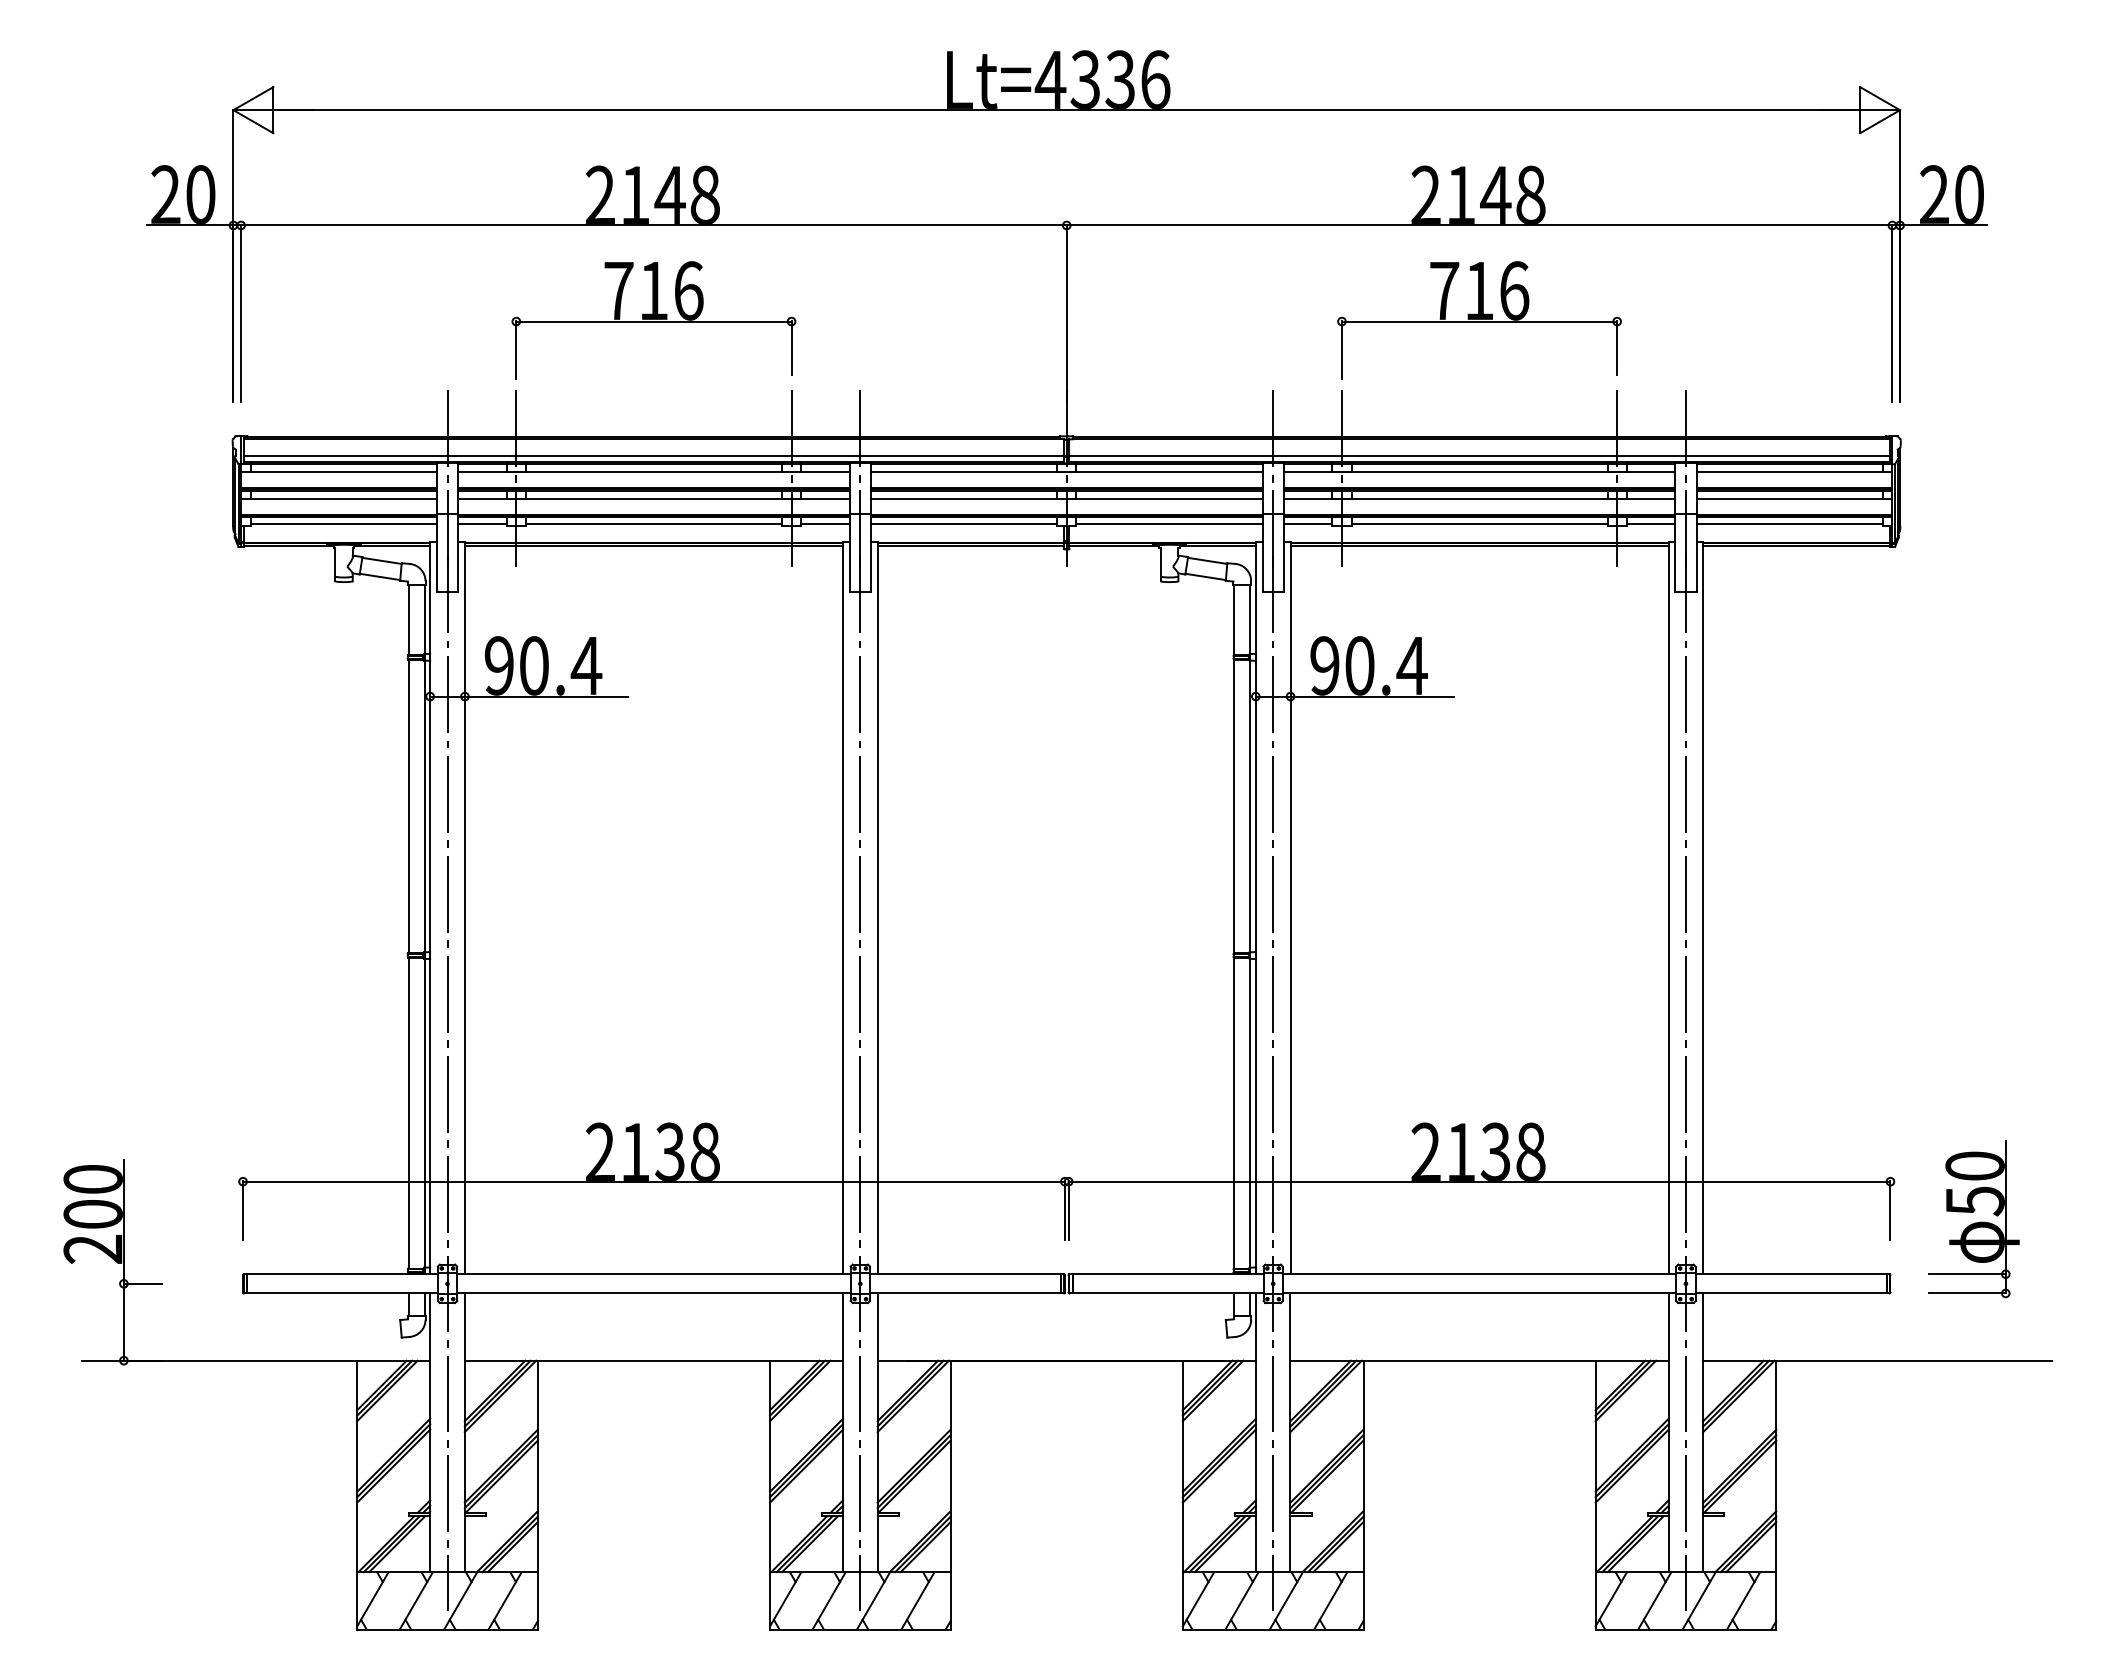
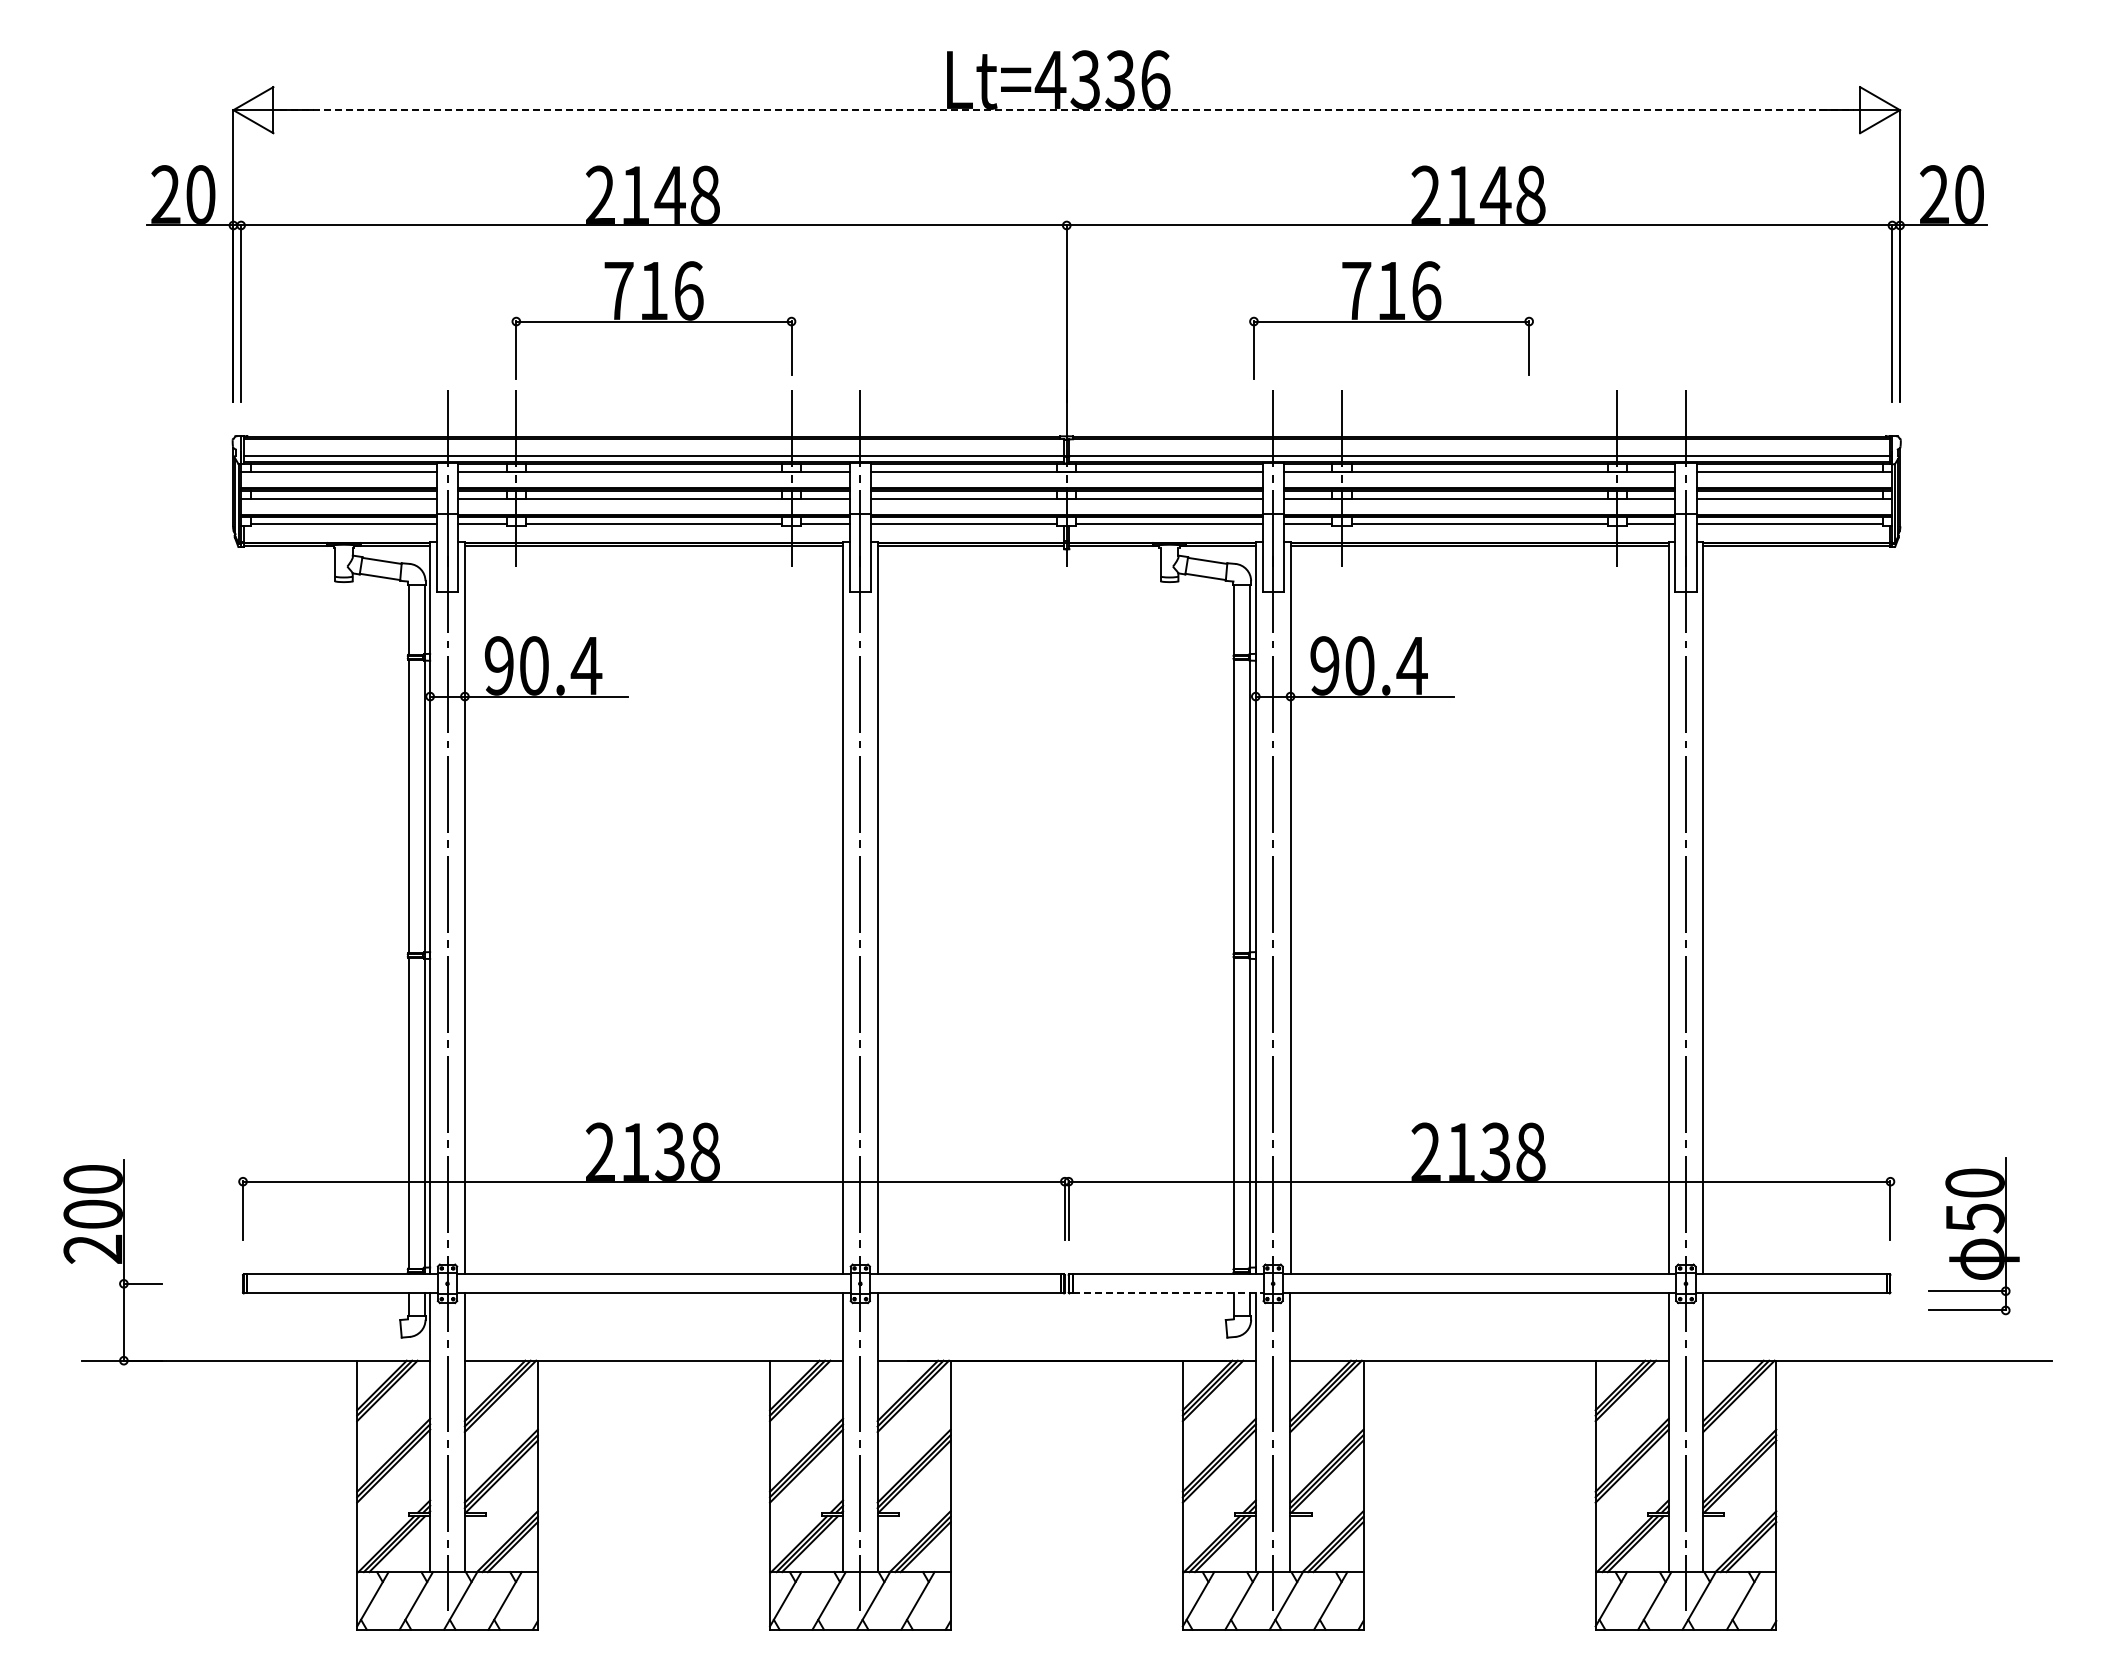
line at (1067, 110): solid -> dashed
part at (1479, 320) position: (1479, 320) -> (1391, 320)
part at (1973, 1219) position: (1973, 1219) -> (1973, 1236)
line at (1168, 1293): solid -> dashed
